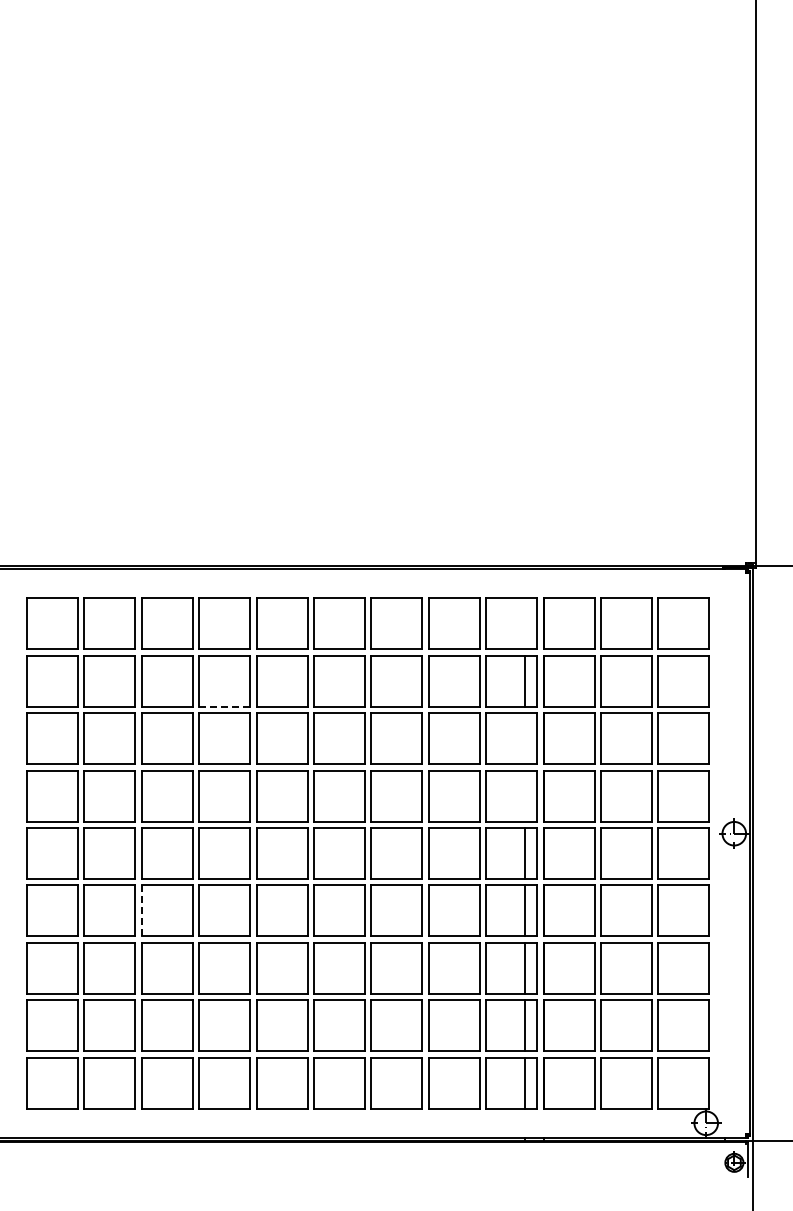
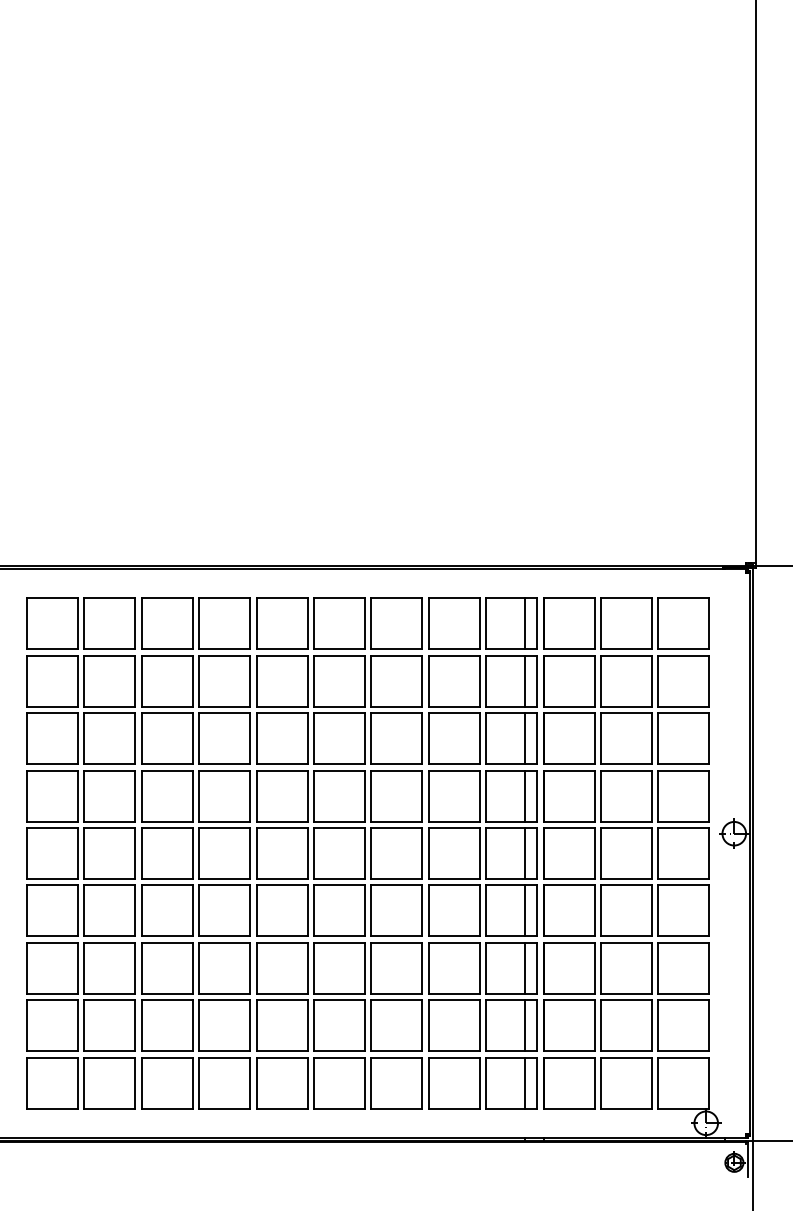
line at (525, 623): none -> present
line at (224, 706): dashed -> solid
line at (525, 738): none -> present
line at (525, 795): none -> present
line at (141, 910): dashed -> solid
